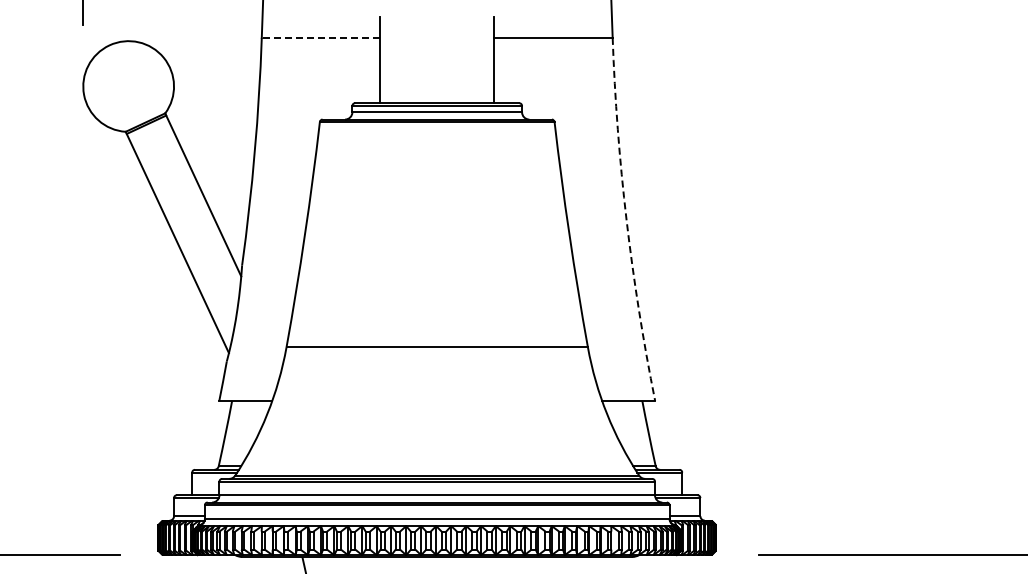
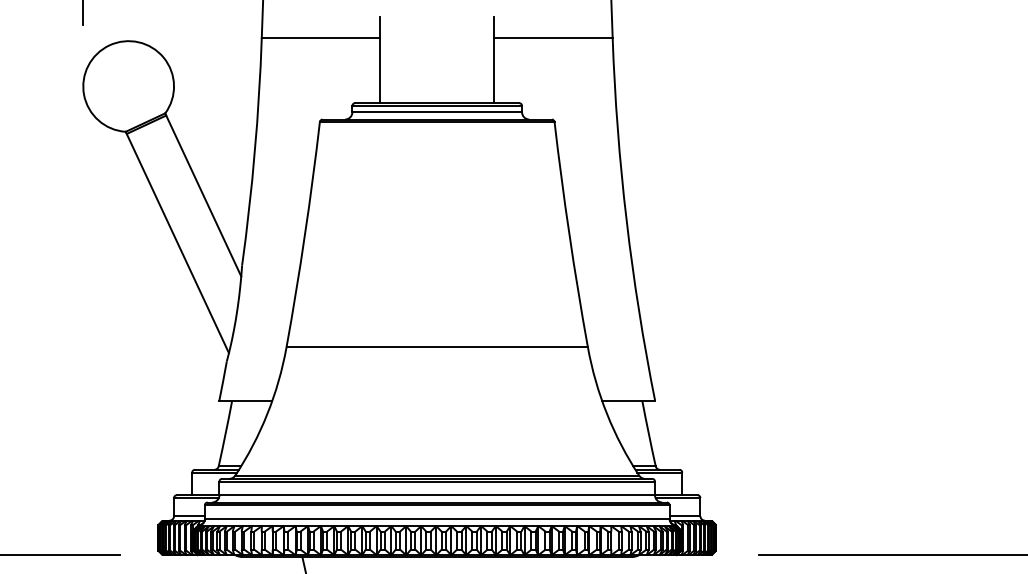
line at (320, 37): dashed -> solid
arc at (626, 220): dashed -> solid
